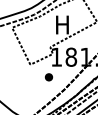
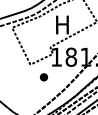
part at (48, 77) position: (48, 77) -> (43, 77)
